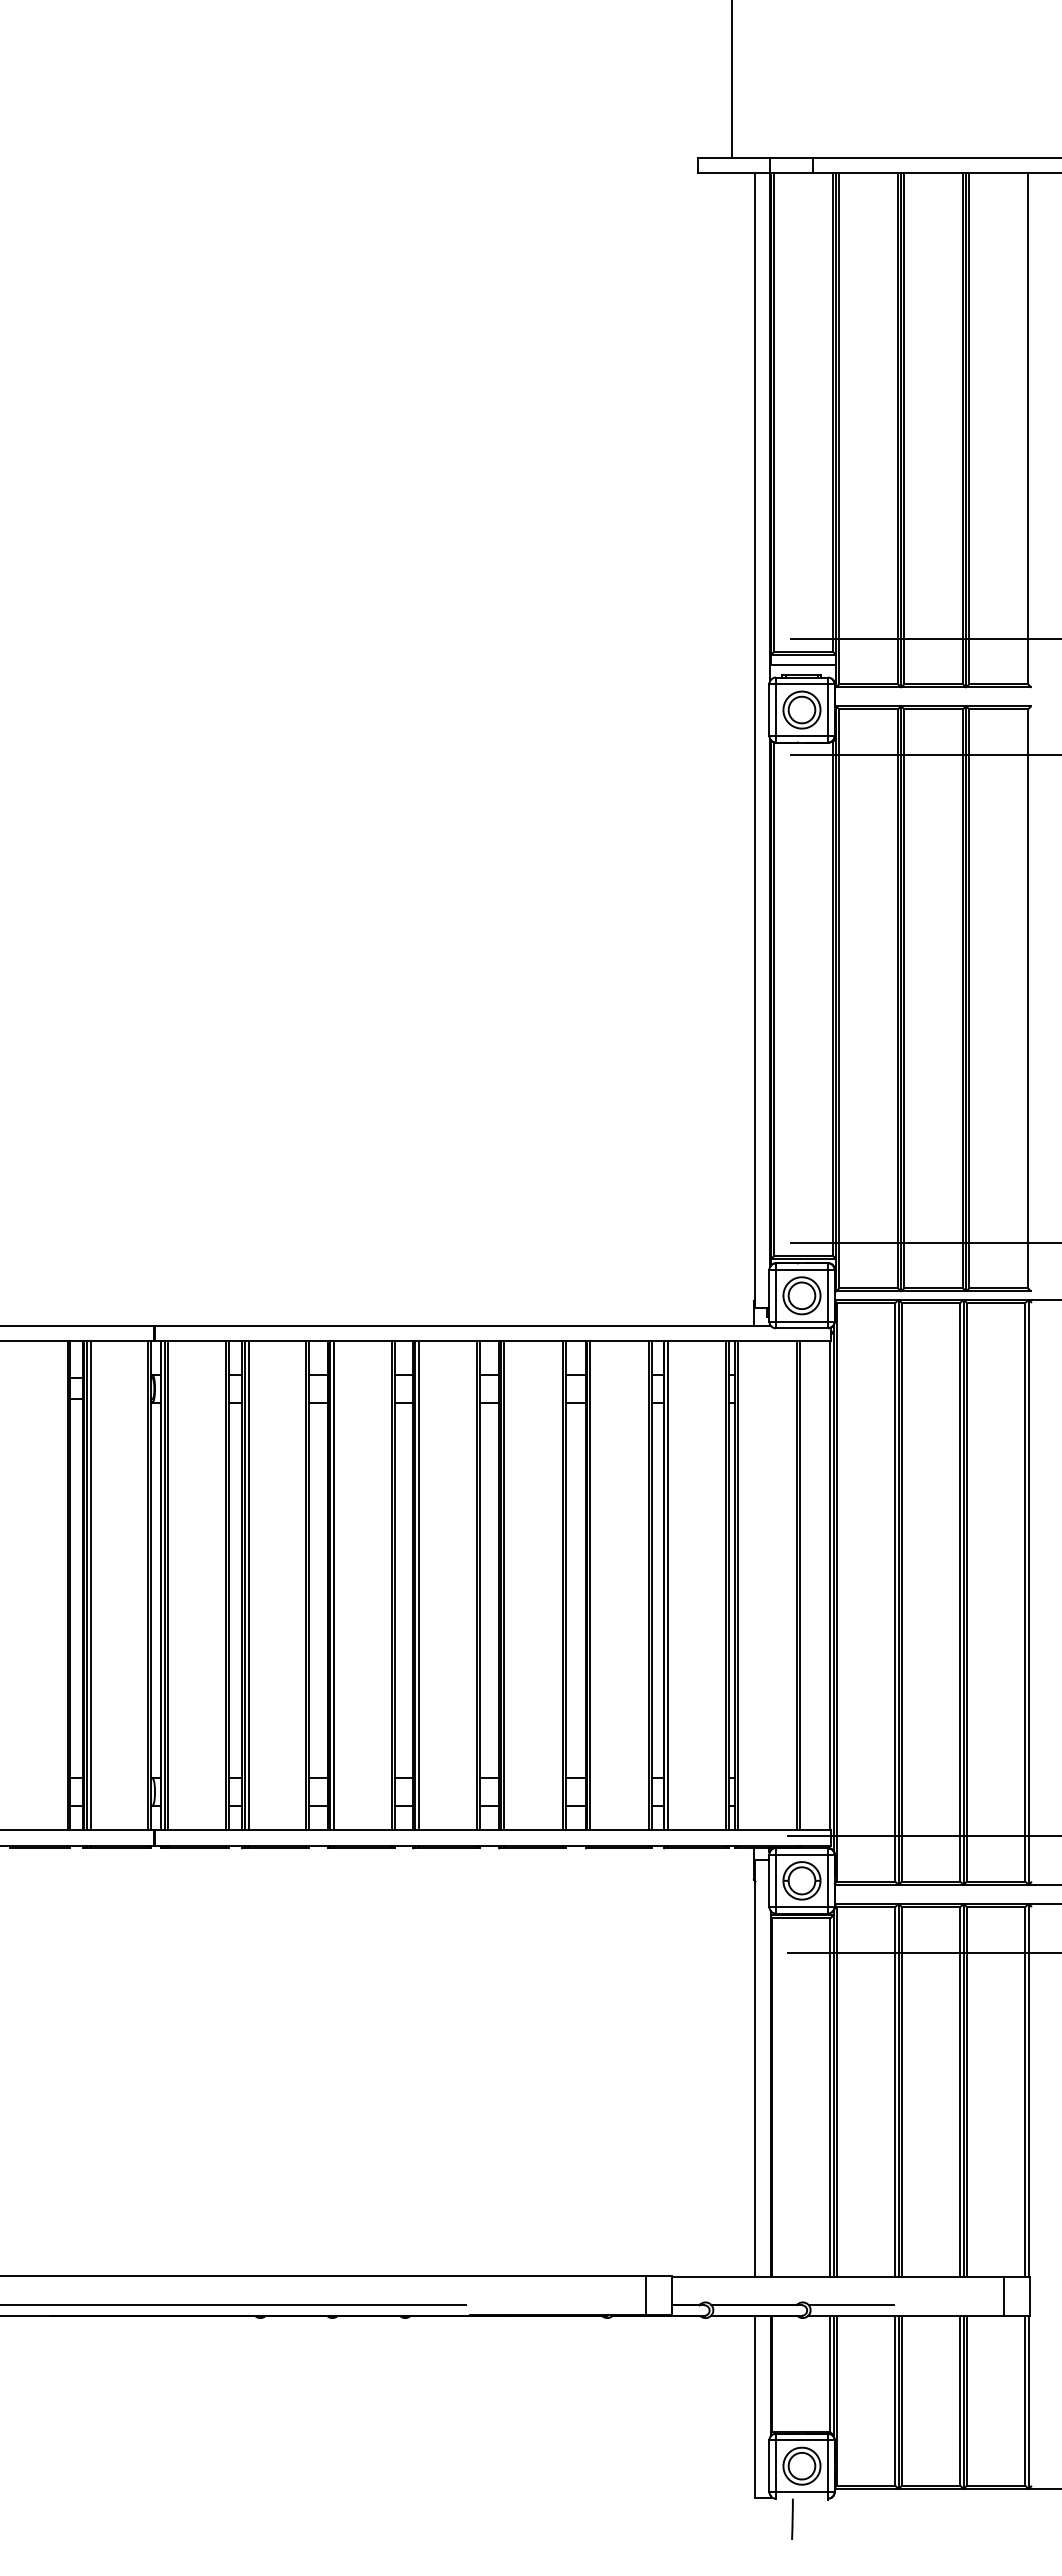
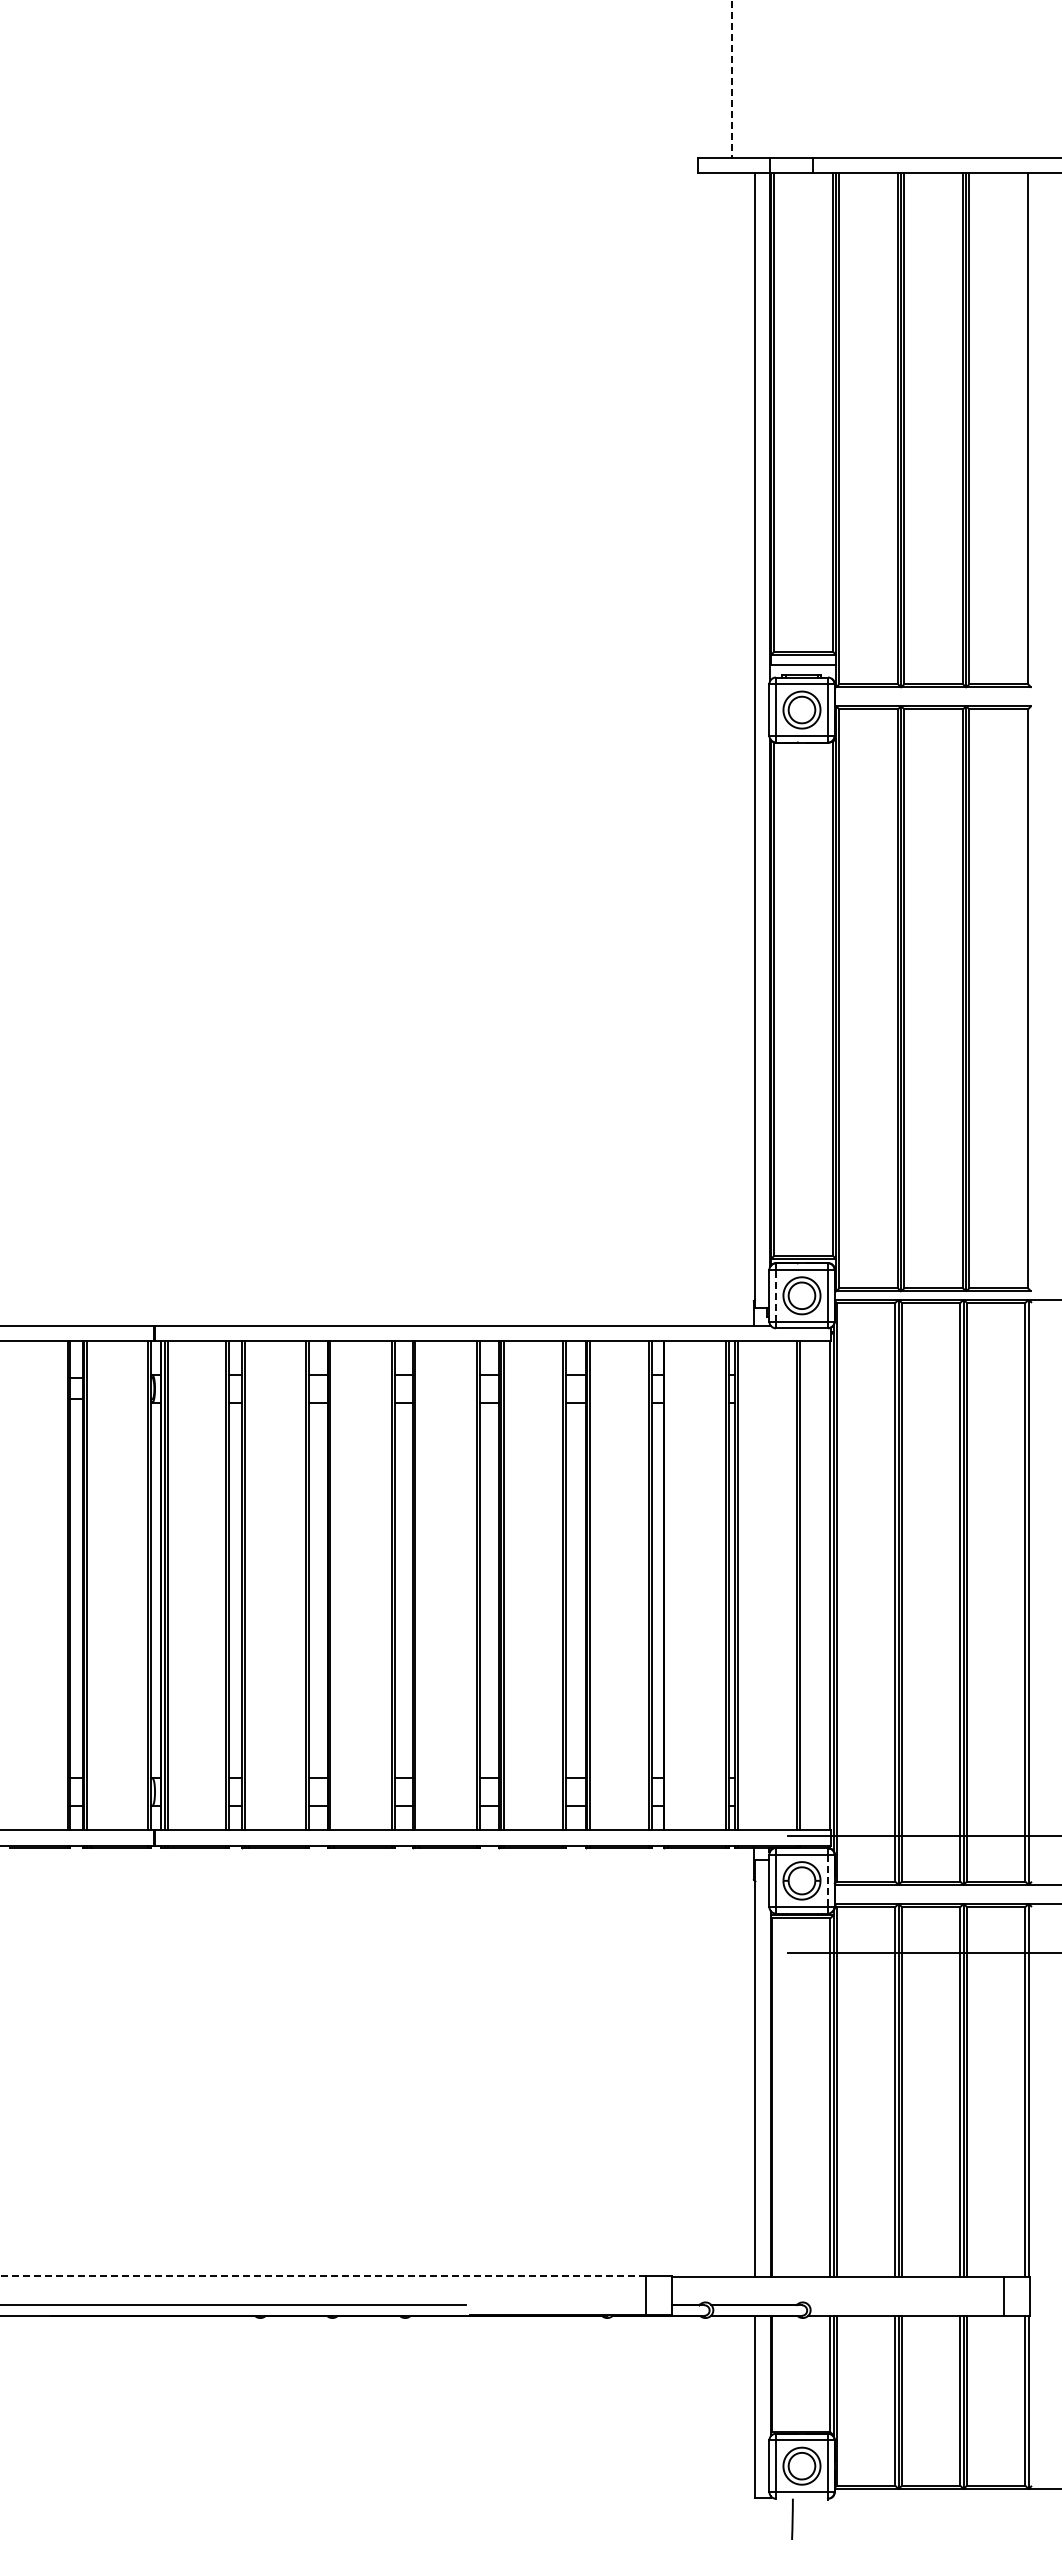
line at (731, 79): solid -> dashed
line at (924, 638): present -> none
line at (924, 754): present -> none
line at (924, 1242): present -> none
line at (775, 1295): solid -> dashed
line at (90, 1585): present -> none
line at (248, 1585): present -> none
line at (333, 1585): present -> none
line at (418, 1585): present -> none
line at (667, 1585): present -> none
line at (828, 1881): solid -> dashed
line at (322, 2276): solid -> dashed
line at (850, 2305): present -> none
